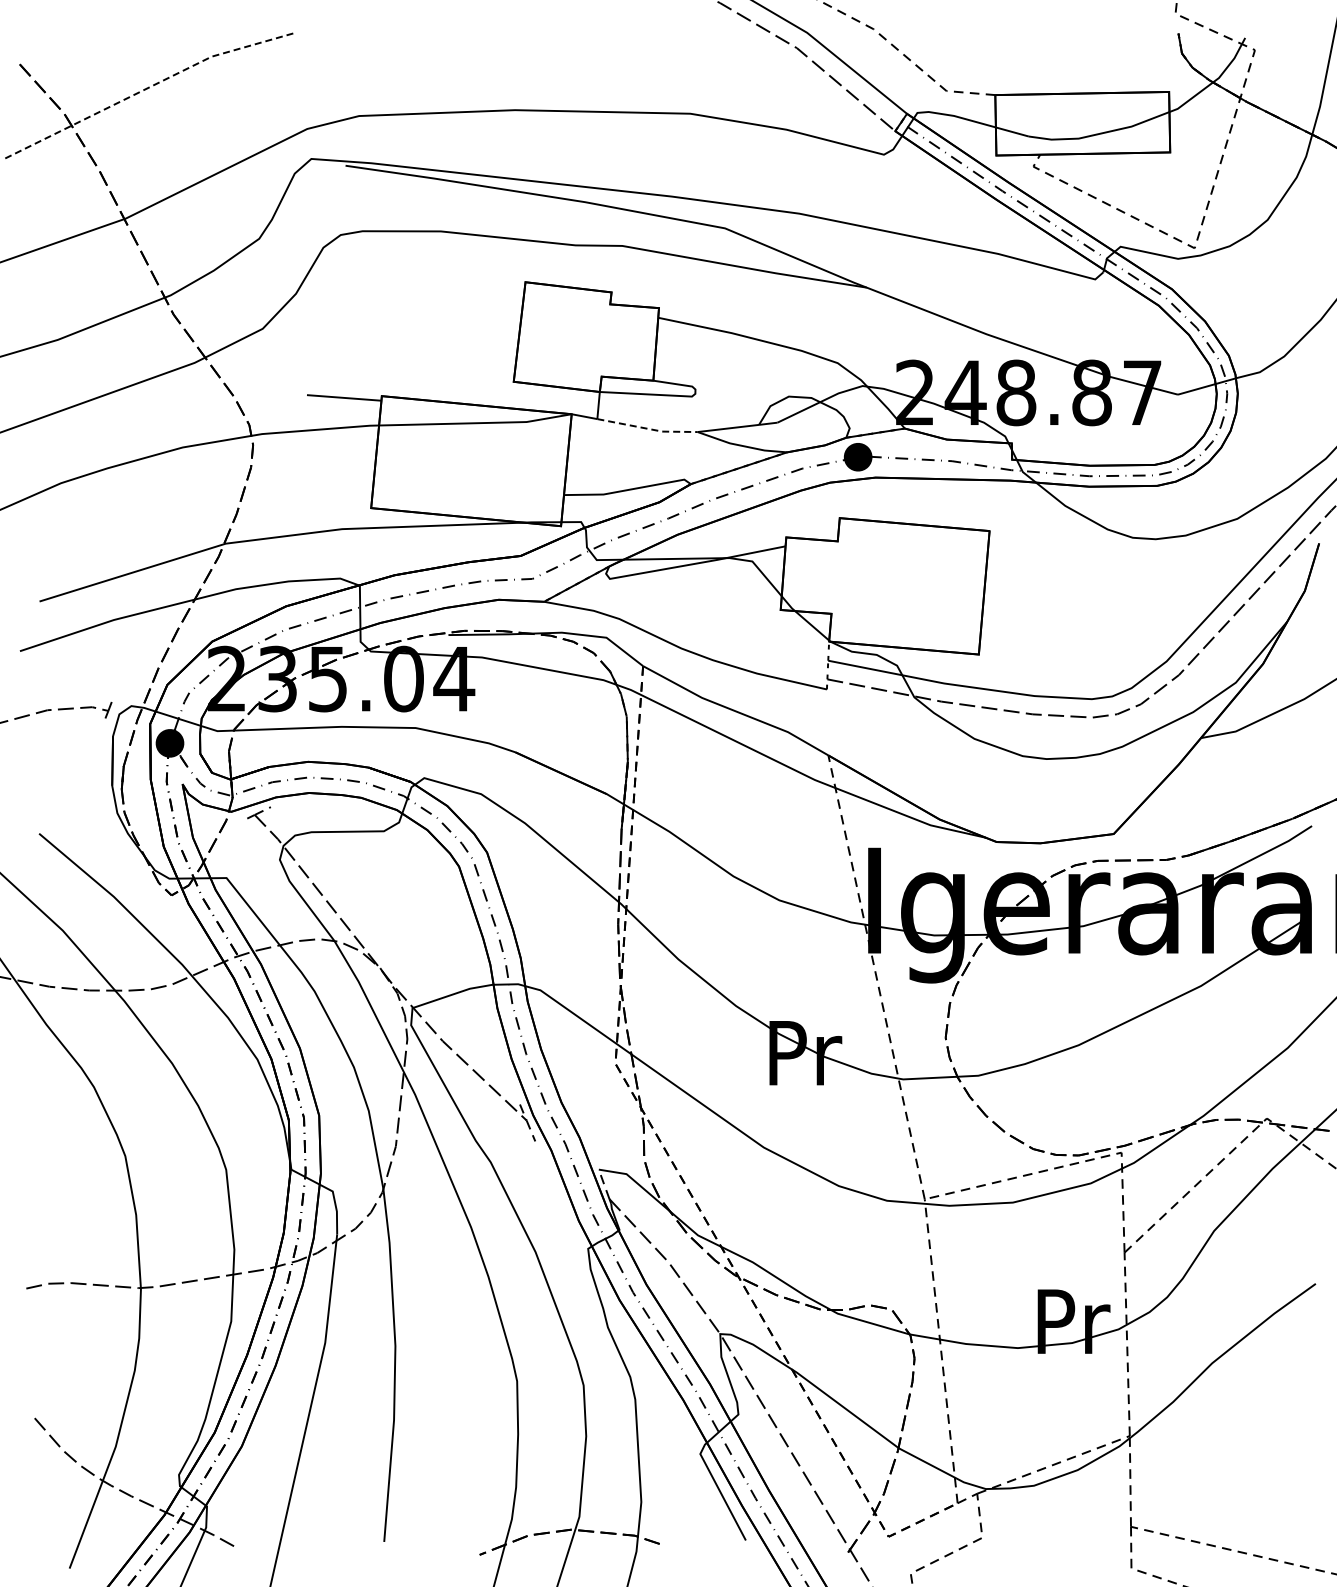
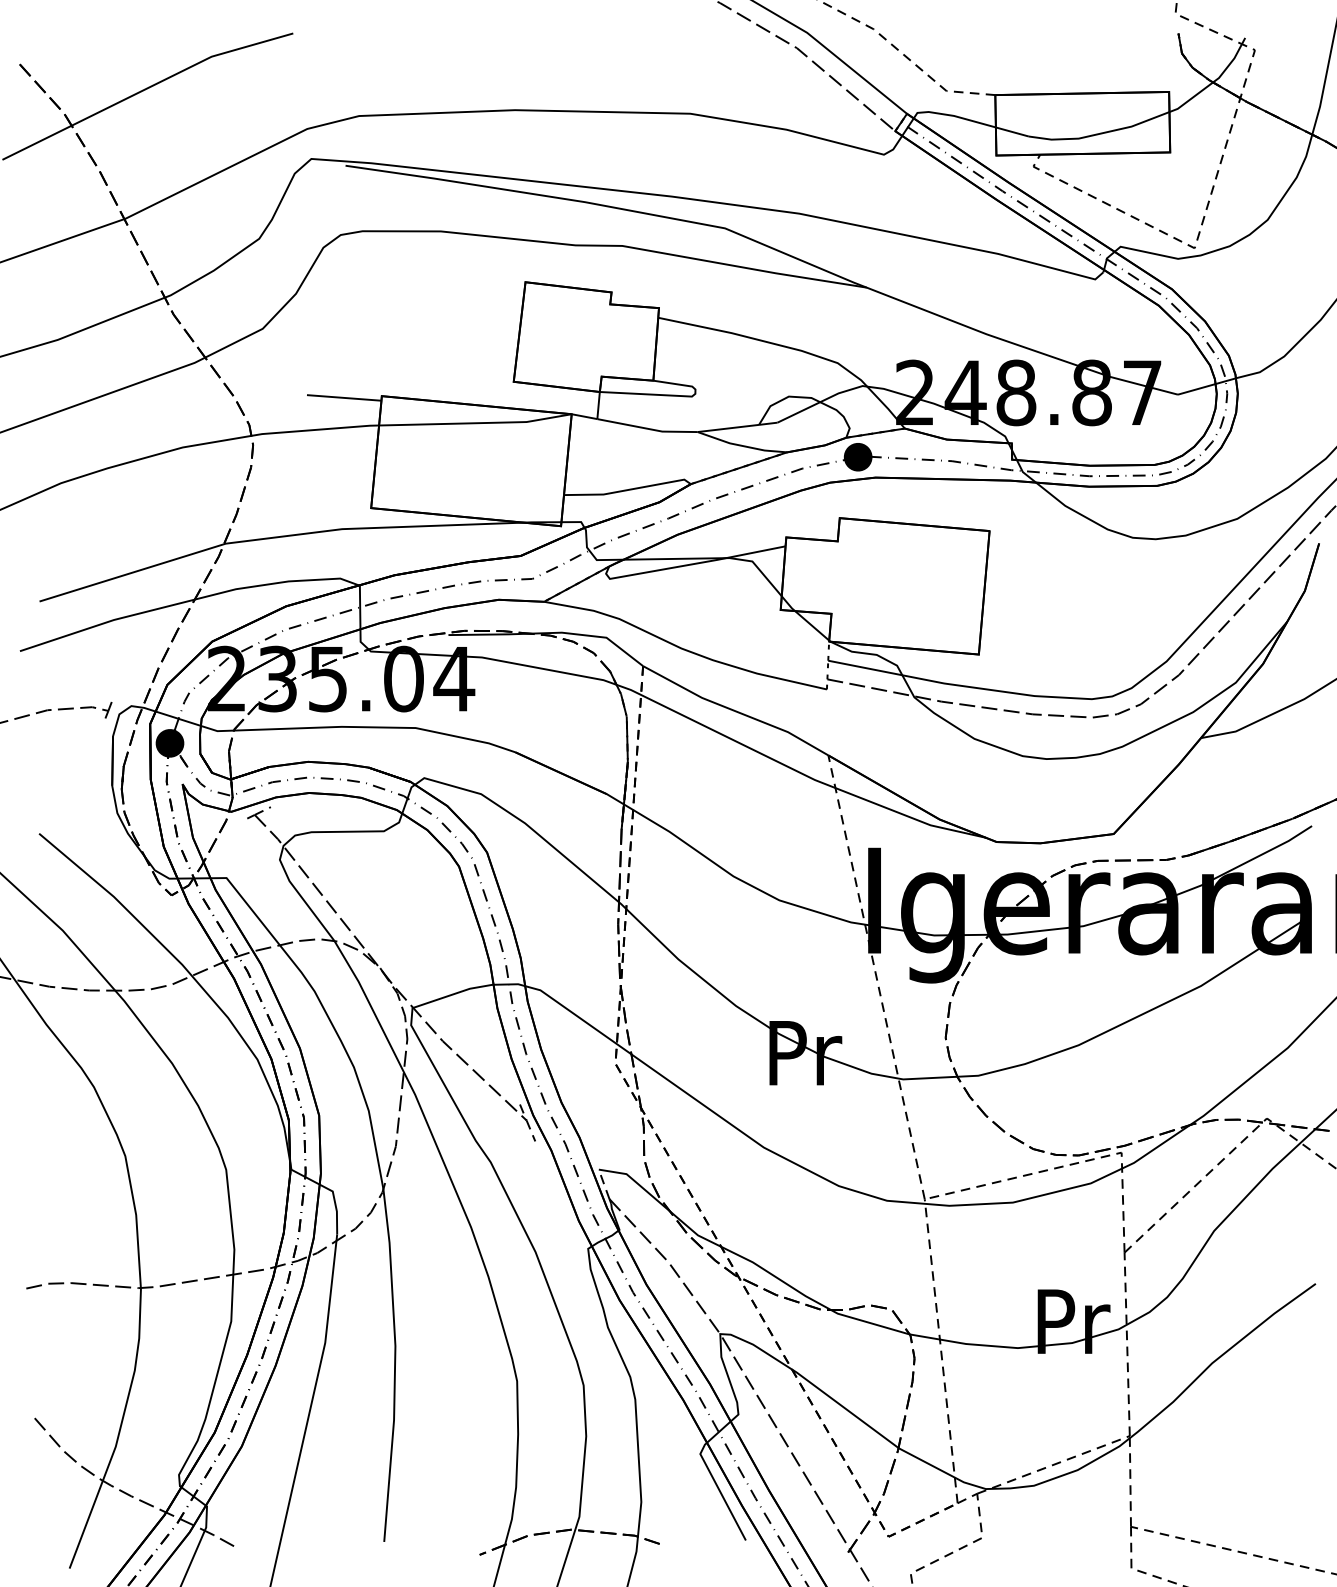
line at (145, 89): dashed -> solid
line at (647, 428): dashed -> solid
